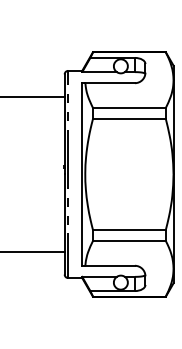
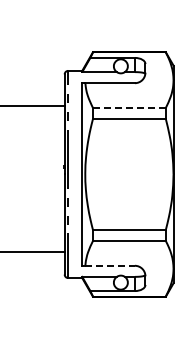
line at (33, 97) position: (33, 97) -> (33, 106)
line at (128, 107): solid -> dashed
line at (110, 265): solid -> dashed
